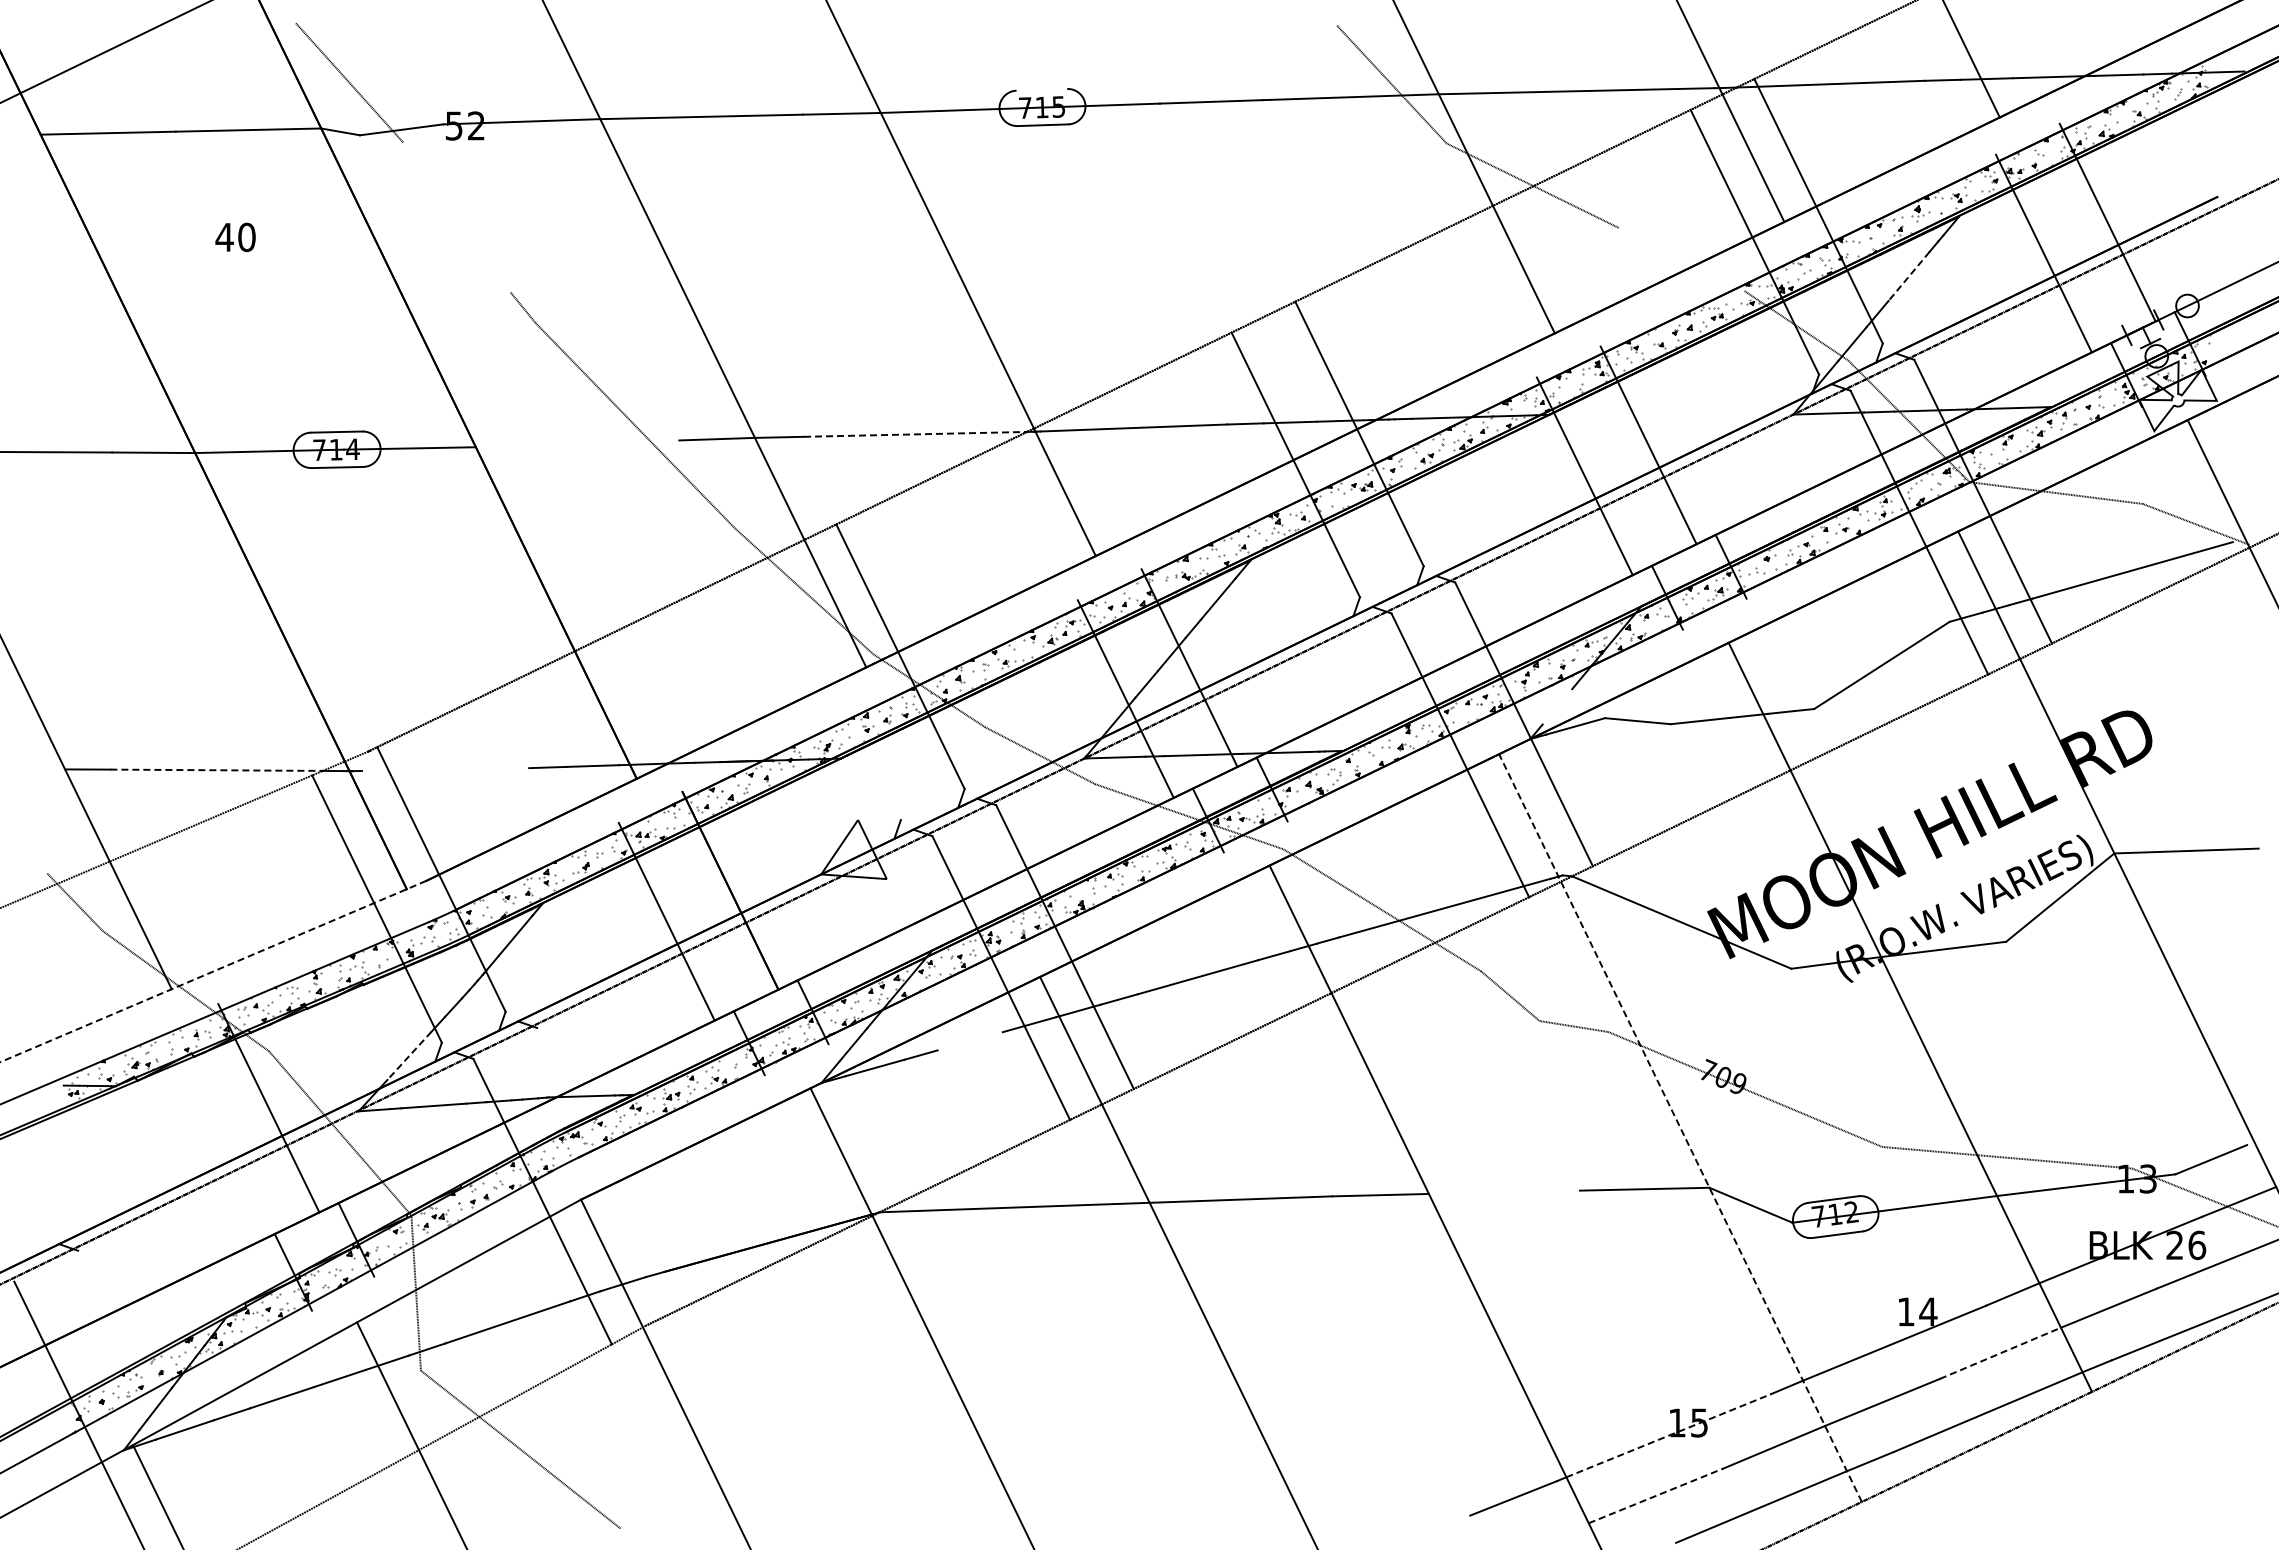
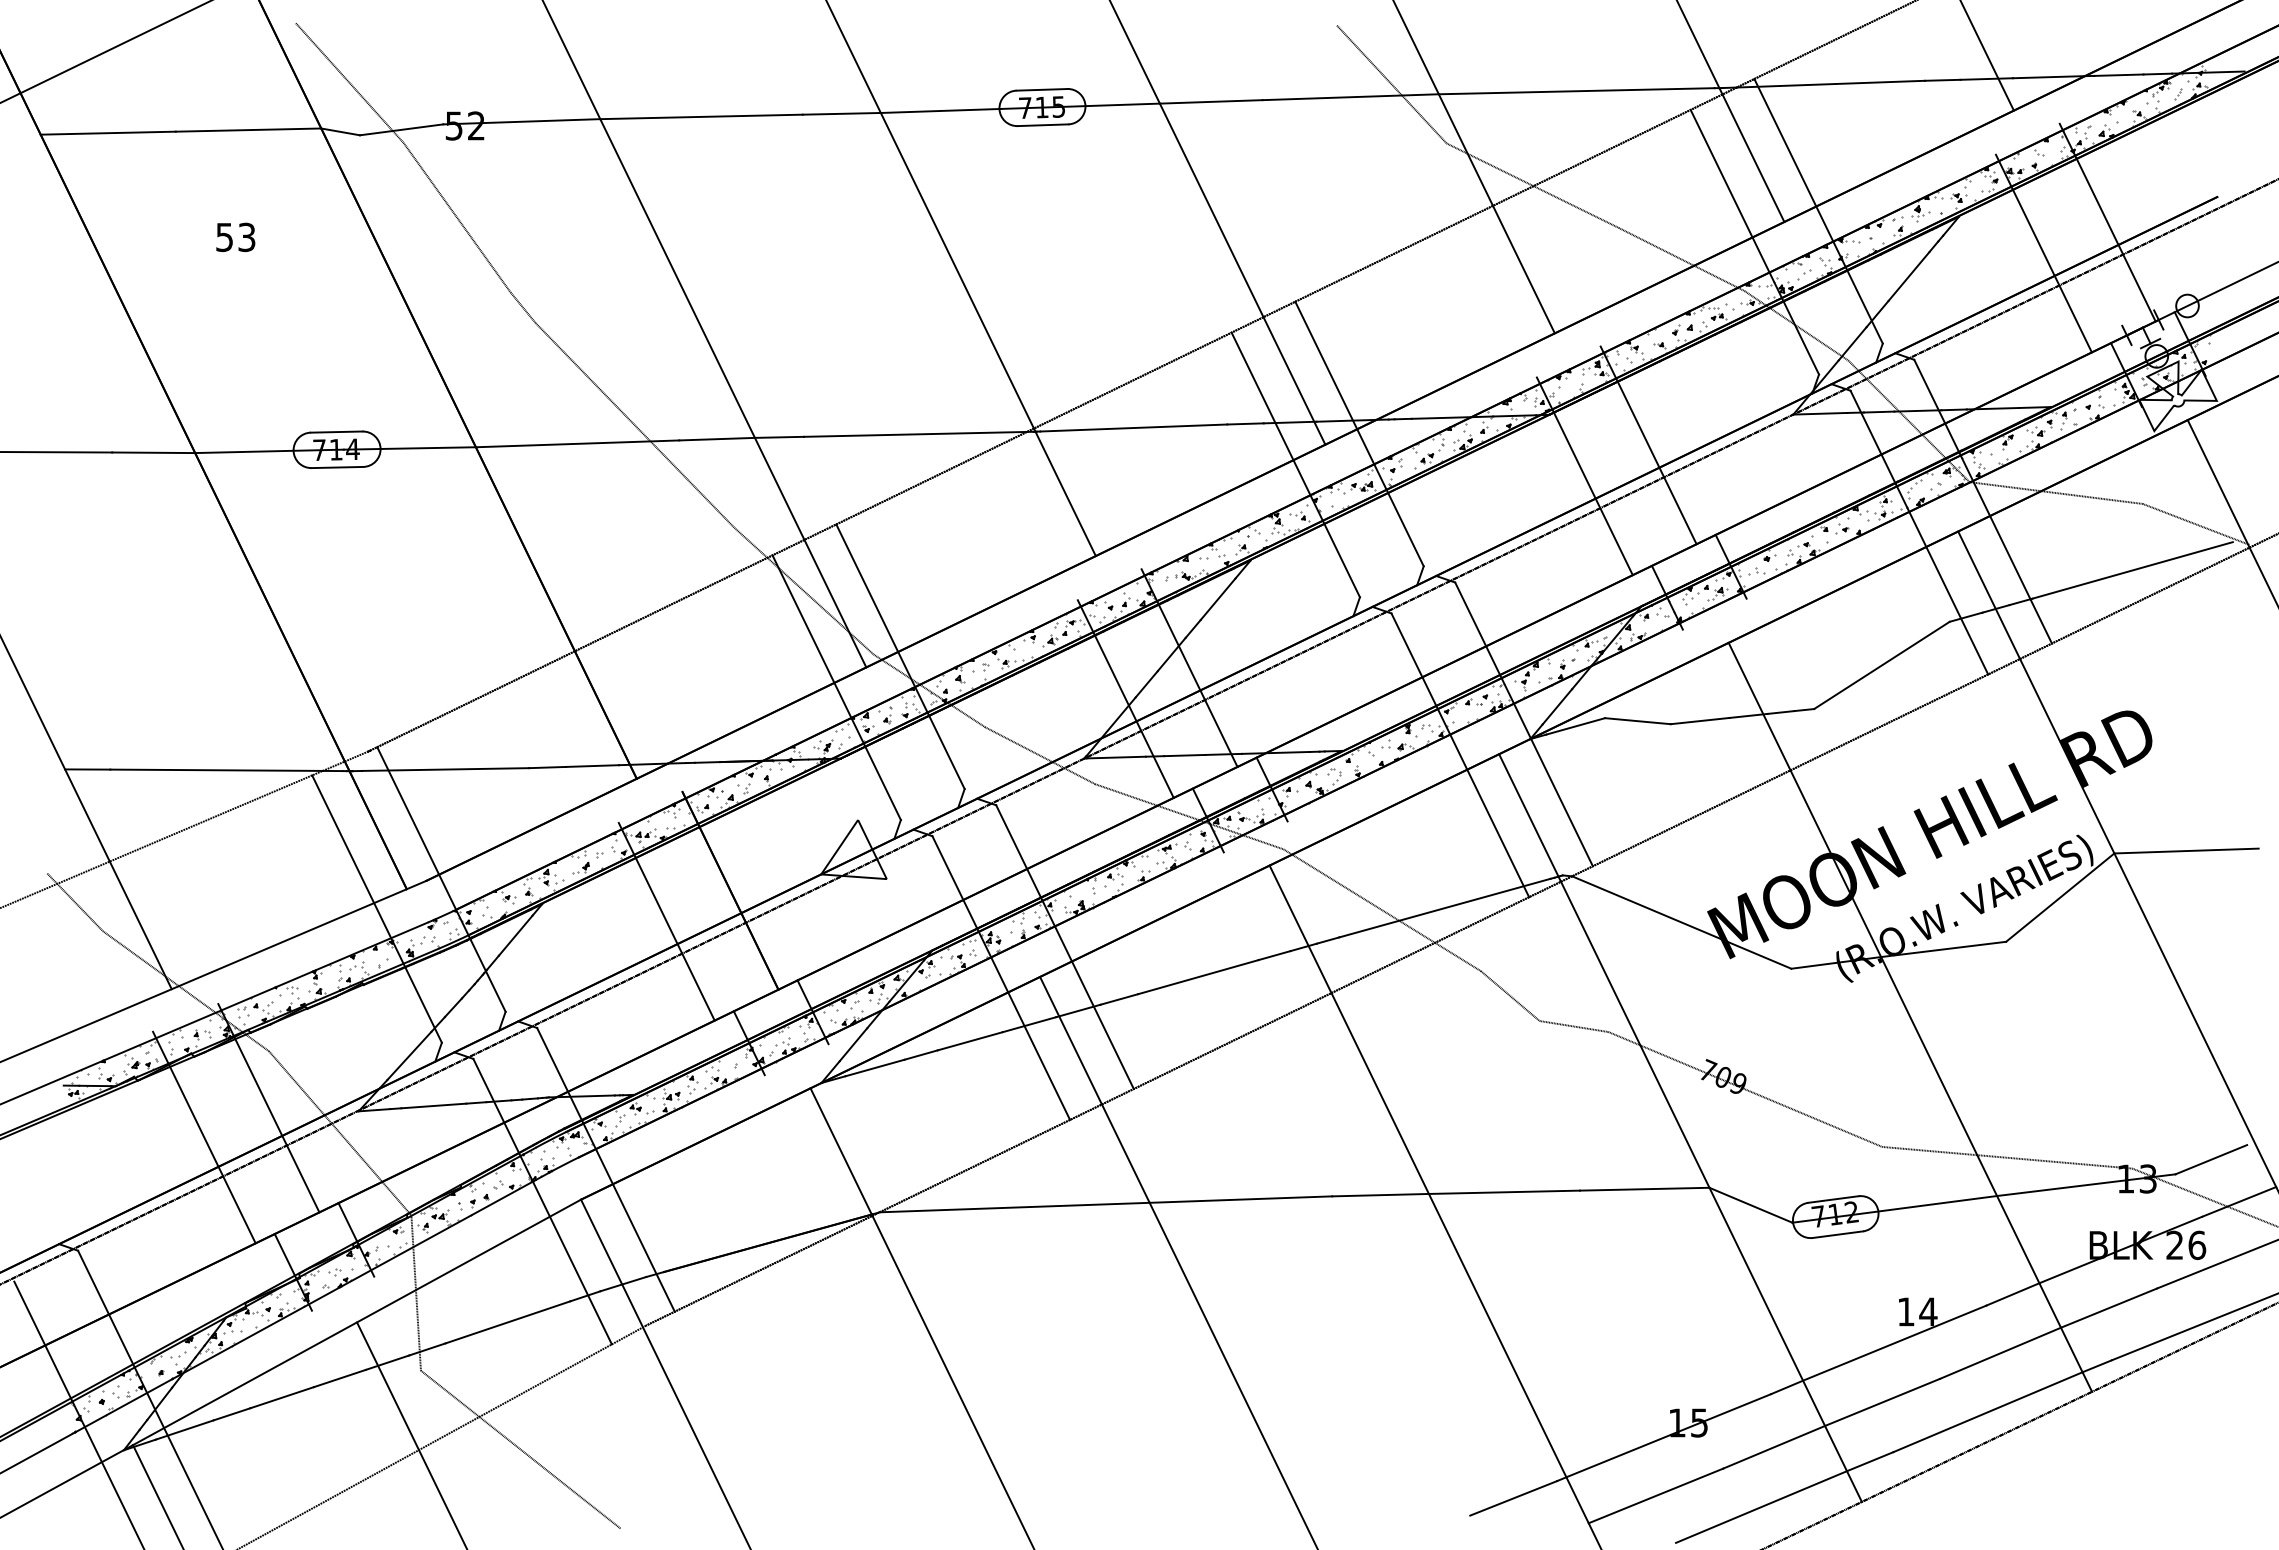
line at (1971, 59) position: (1971, 59) -> (1987, 56)
line at (1041, 89): none -> present
line at (456, 217): none -> present
line at (1217, 223): none -> present
text at (235, 237): 40 -> 53
line at (1681, 259): none -> present
line at (1909, 276): dashed -> solid
line at (915, 434): dashed -> solid
line at (577, 443): none -> present
line at (836, 687): none -> present
line at (1557, 706): none -> present
line at (445, 769): none -> present
line at (217, 770): dashed -> solid
line at (213, 971): dashed -> solid
line at (969, 1041): none -> present
line at (409, 1055): dashed -> solid
line at (1680, 1128): dashed -> solid
line at (204, 1137): none -> present
line at (605, 1169): none -> present
line at (1503, 1191): none -> present
line at (2000, 1353): dashed -> solid
line at (149, 1398): none -> present
line at (1669, 1435): dashed -> solid
line at (1656, 1495): dashed -> solid
